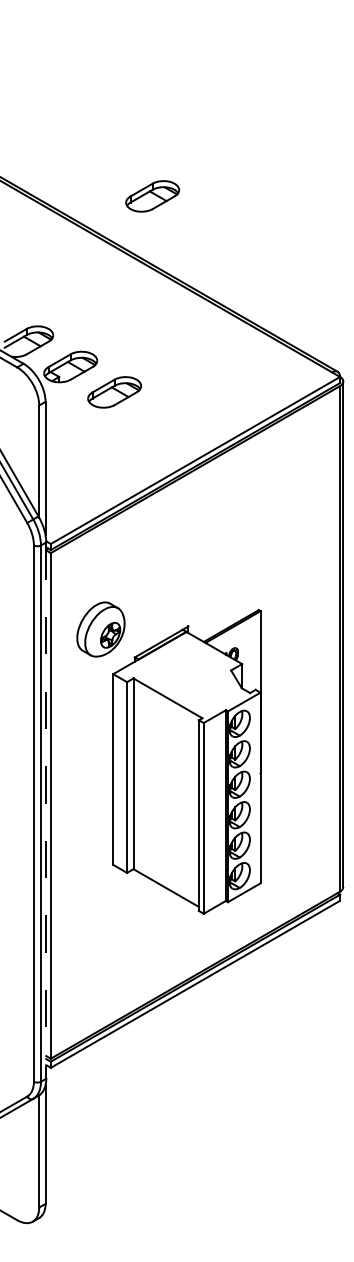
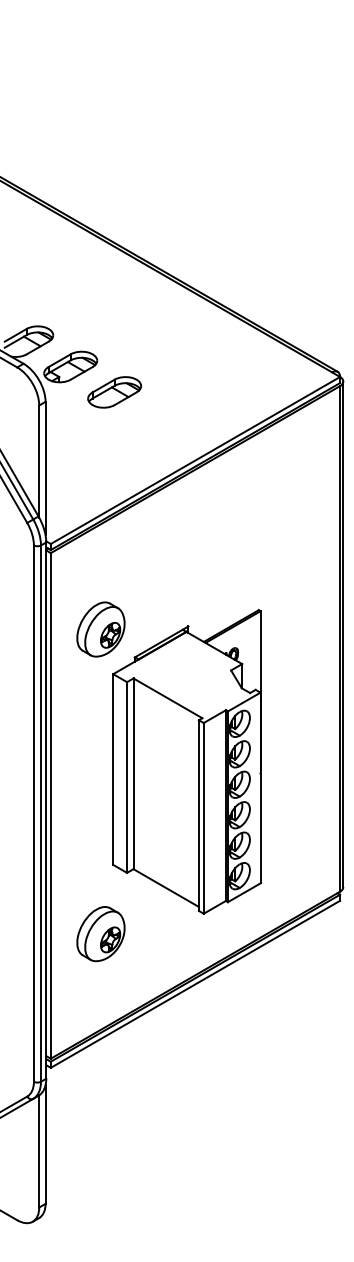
part at (152, 196): present -> none
line at (46, 811): dashed -> solid
part at (100, 934): none -> present
